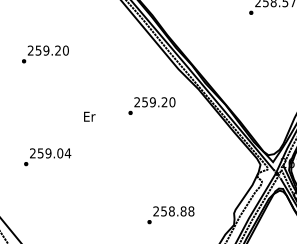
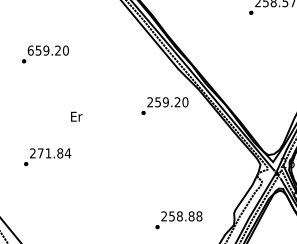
text at (30, 50): 259.20 -> 659.20
text at (151, 105) position: (151, 105) -> (164, 105)
text at (89, 116) position: (89, 116) -> (76, 116)
text at (50, 153): 259.04 -> 271.84
text at (170, 215) position: (170, 215) -> (178, 220)
